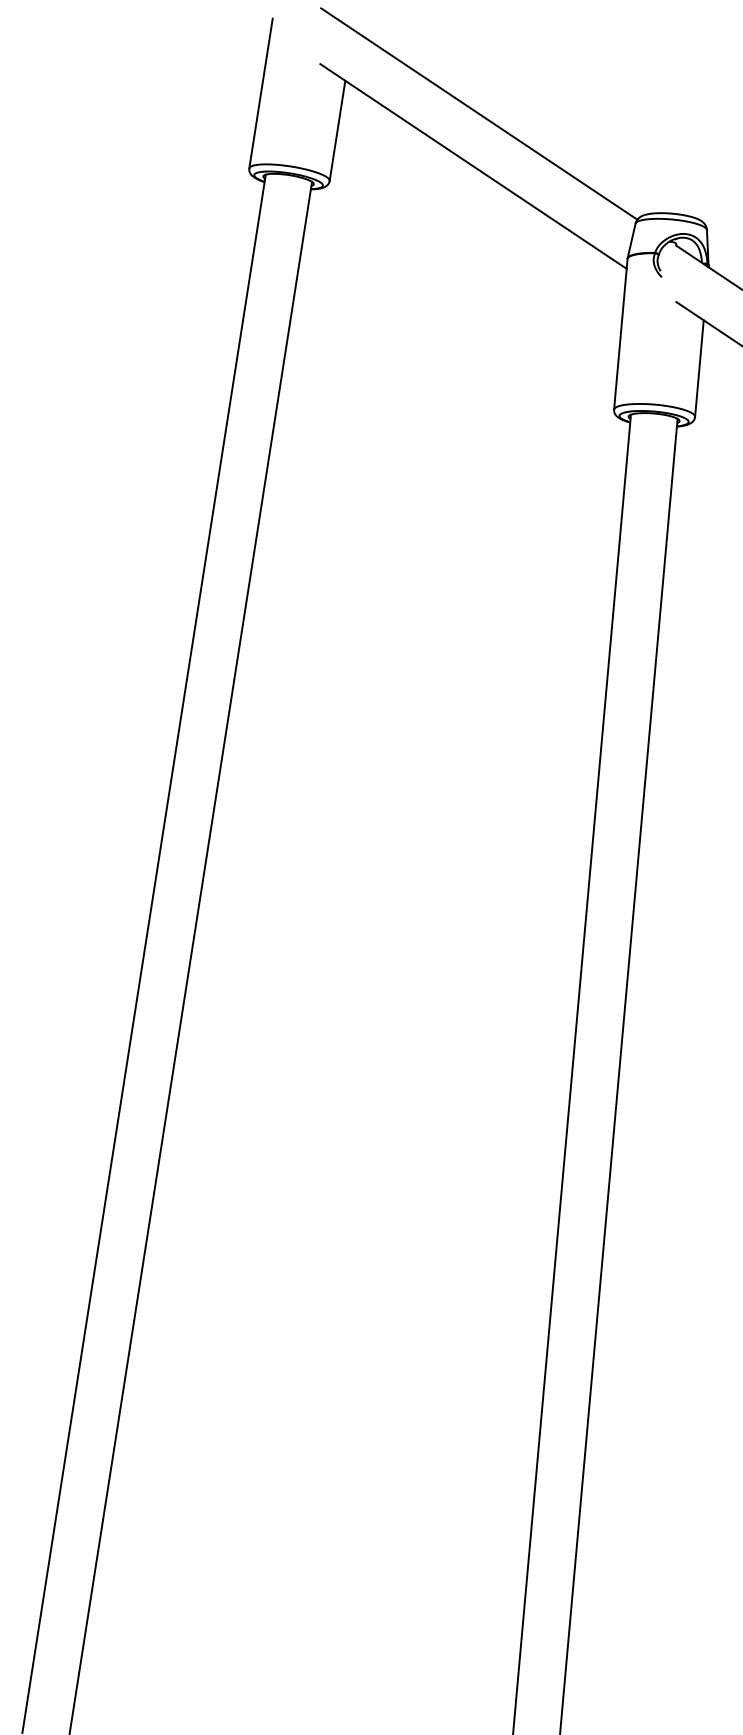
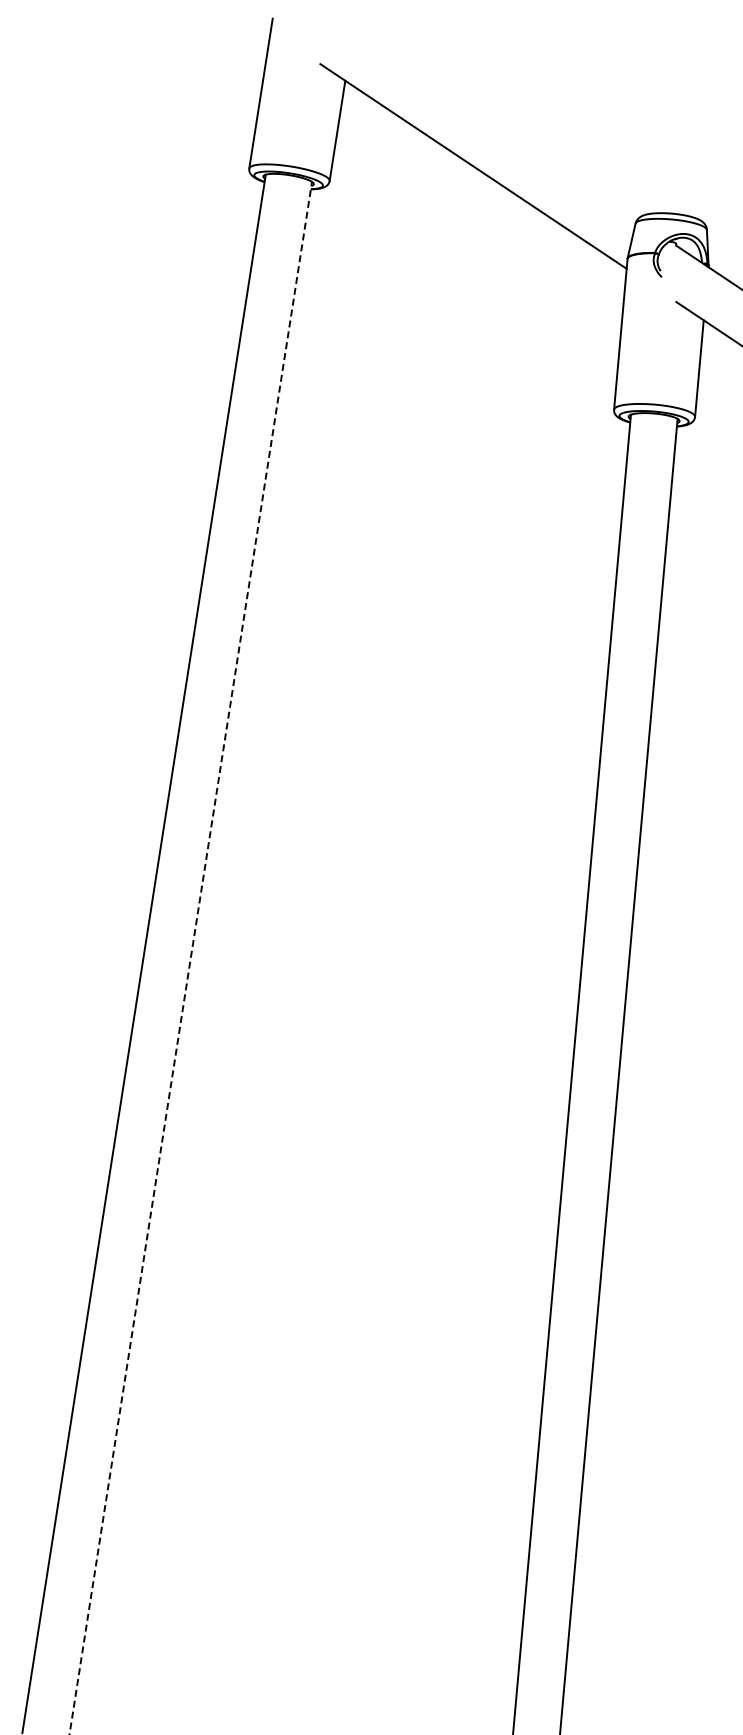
line at (479, 113): present -> none
line at (190, 958): solid -> dashed
